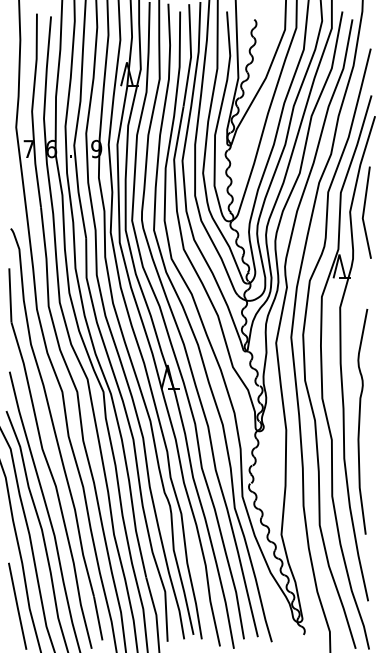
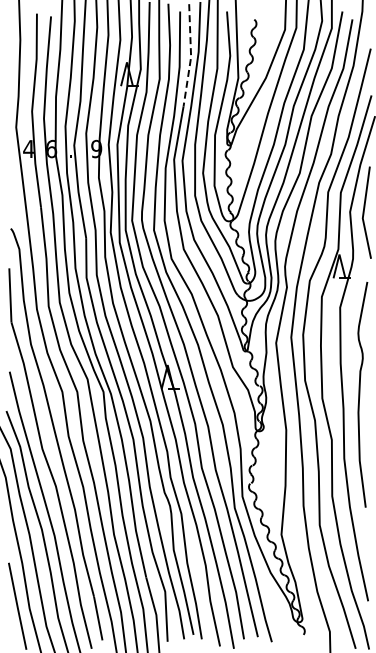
line at (191, 57): solid -> dashed
text at (28, 148): 7 -> 4
curve at (360, 421) position: (360, 421) -> (360, 394)
